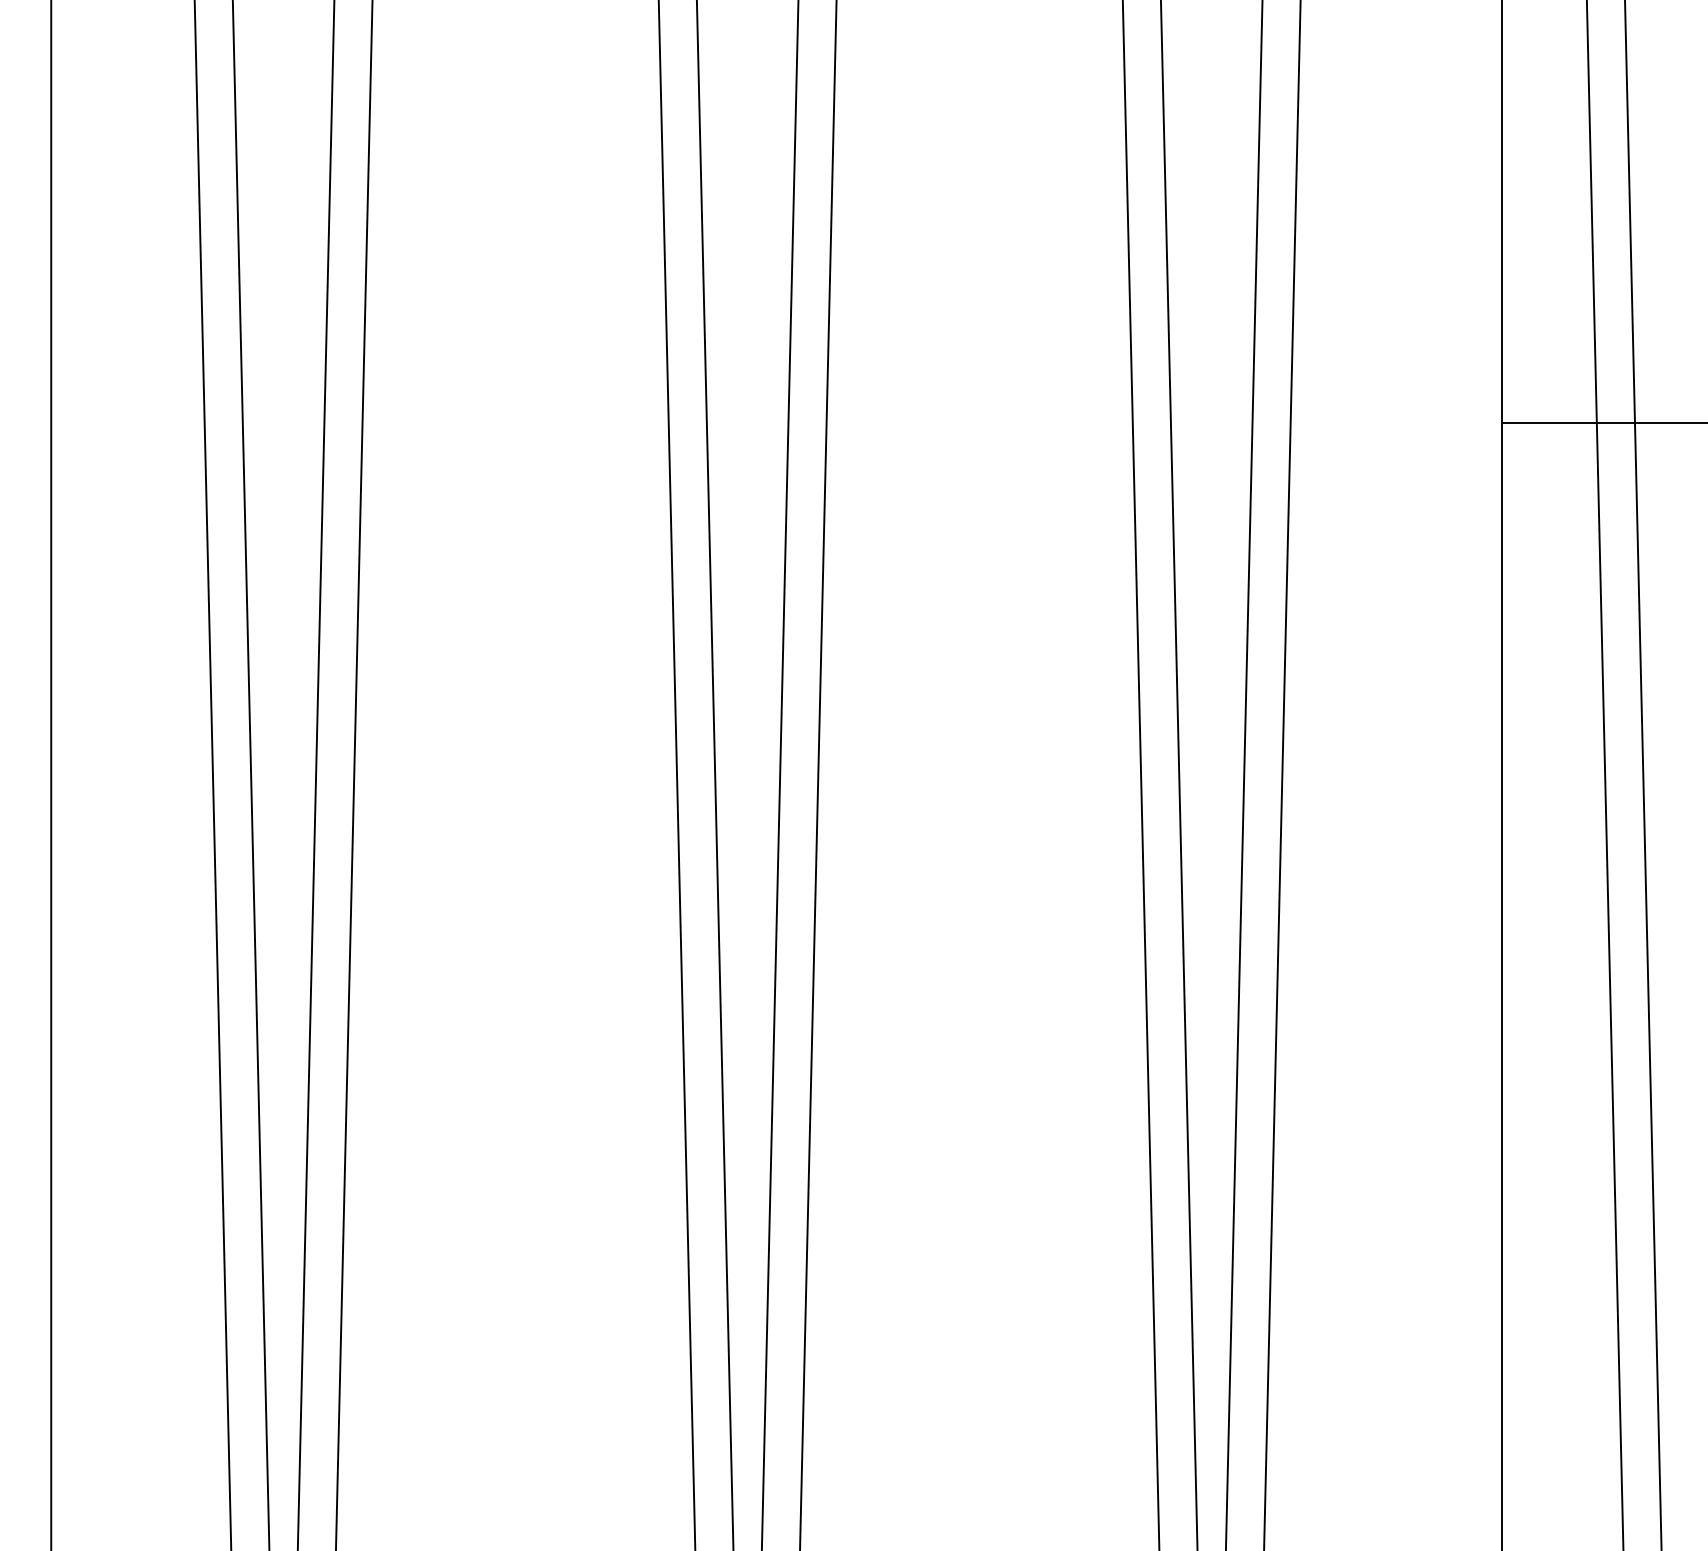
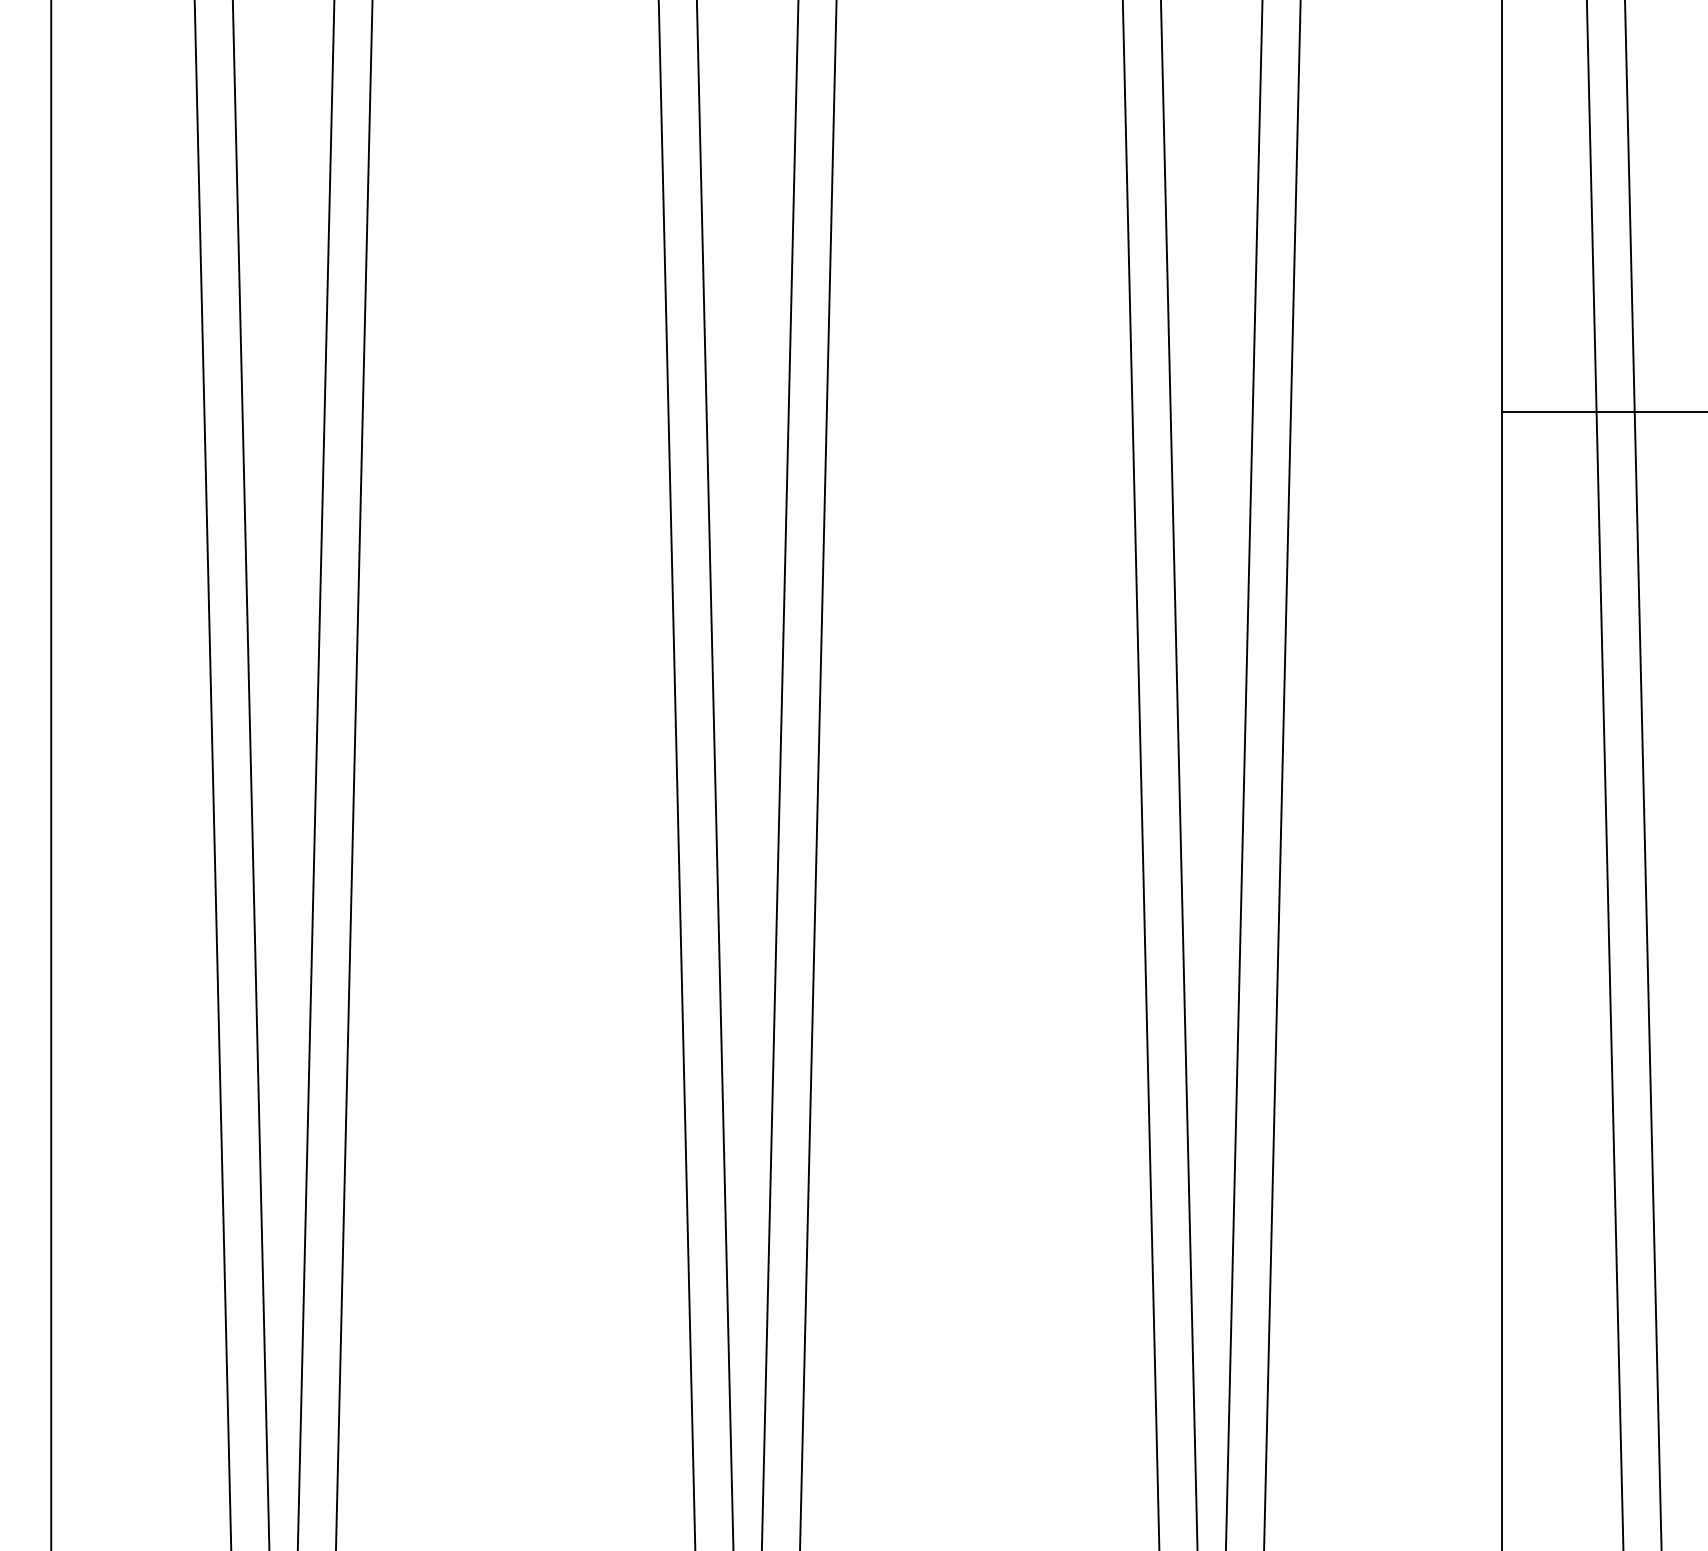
line at (1602, 423) position: (1602, 423) -> (1602, 412)
